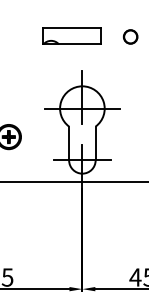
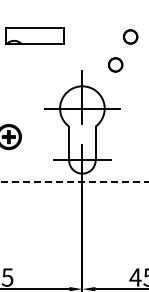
part at (71, 35) position: (71, 35) -> (34, 35)
part at (115, 64): none -> present
line at (74, 181): solid -> dashed
